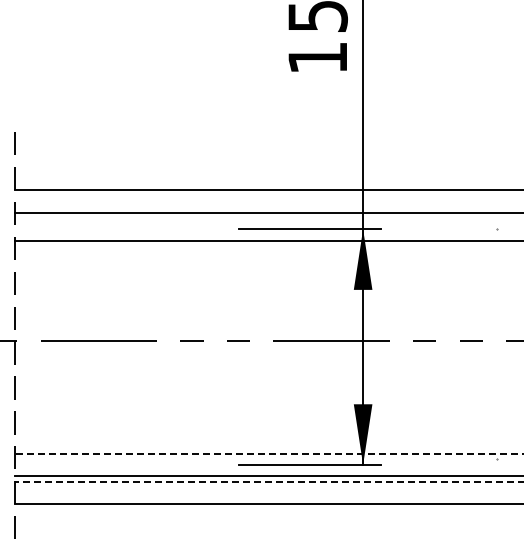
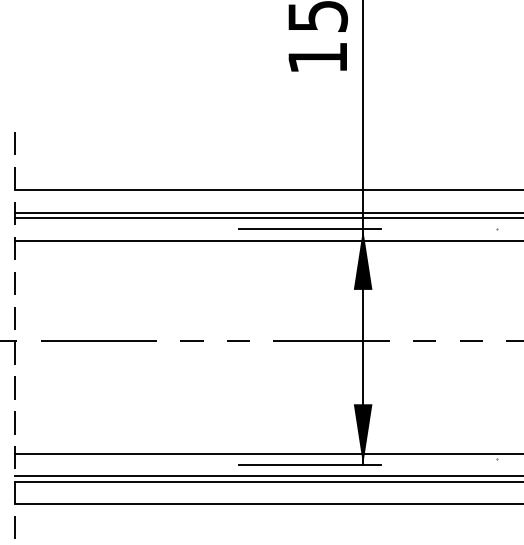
line at (267, 218): none -> present
line at (268, 453): dashed -> solid
line at (268, 481): dashed -> solid
